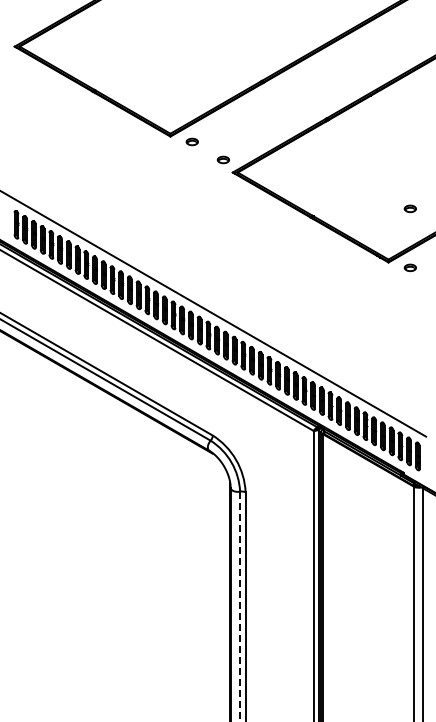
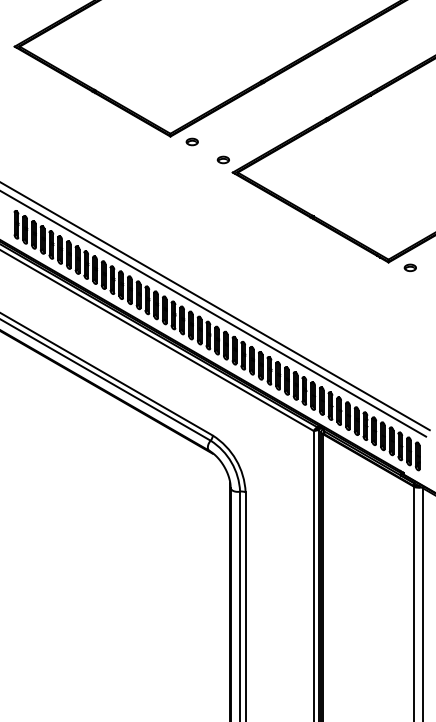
part at (409, 208): present -> none
line at (215, 306): none -> present
line at (240, 606): dashed -> solid
